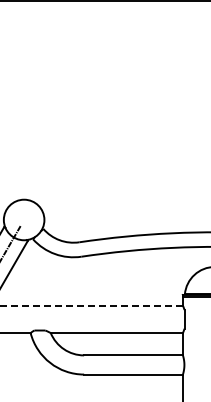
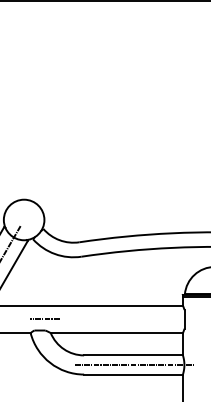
line at (91, 305): dashed -> solid
line at (45, 318): none -> present
line at (133, 364): none -> present
